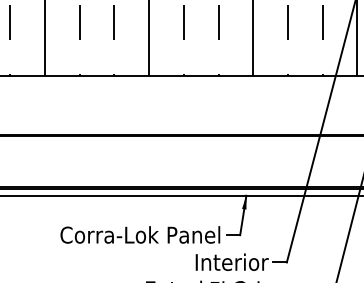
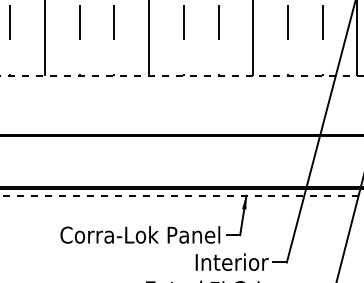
line at (182, 76): solid -> dashed
line at (181, 195): solid -> dashed
